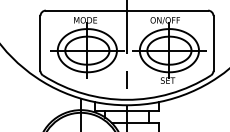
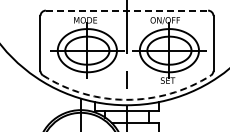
line at (127, 10): solid -> dashed
arc at (127, 99): solid -> dashed
